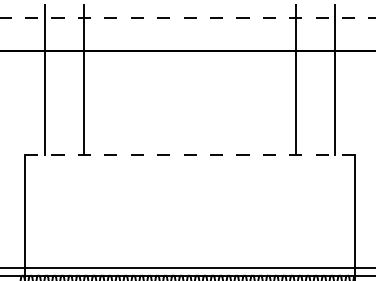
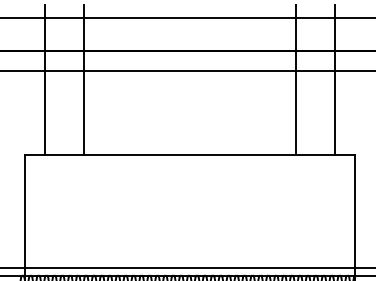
line at (187, 18): dashed -> solid
line at (187, 70): none -> present
line at (190, 155): dashed -> solid
